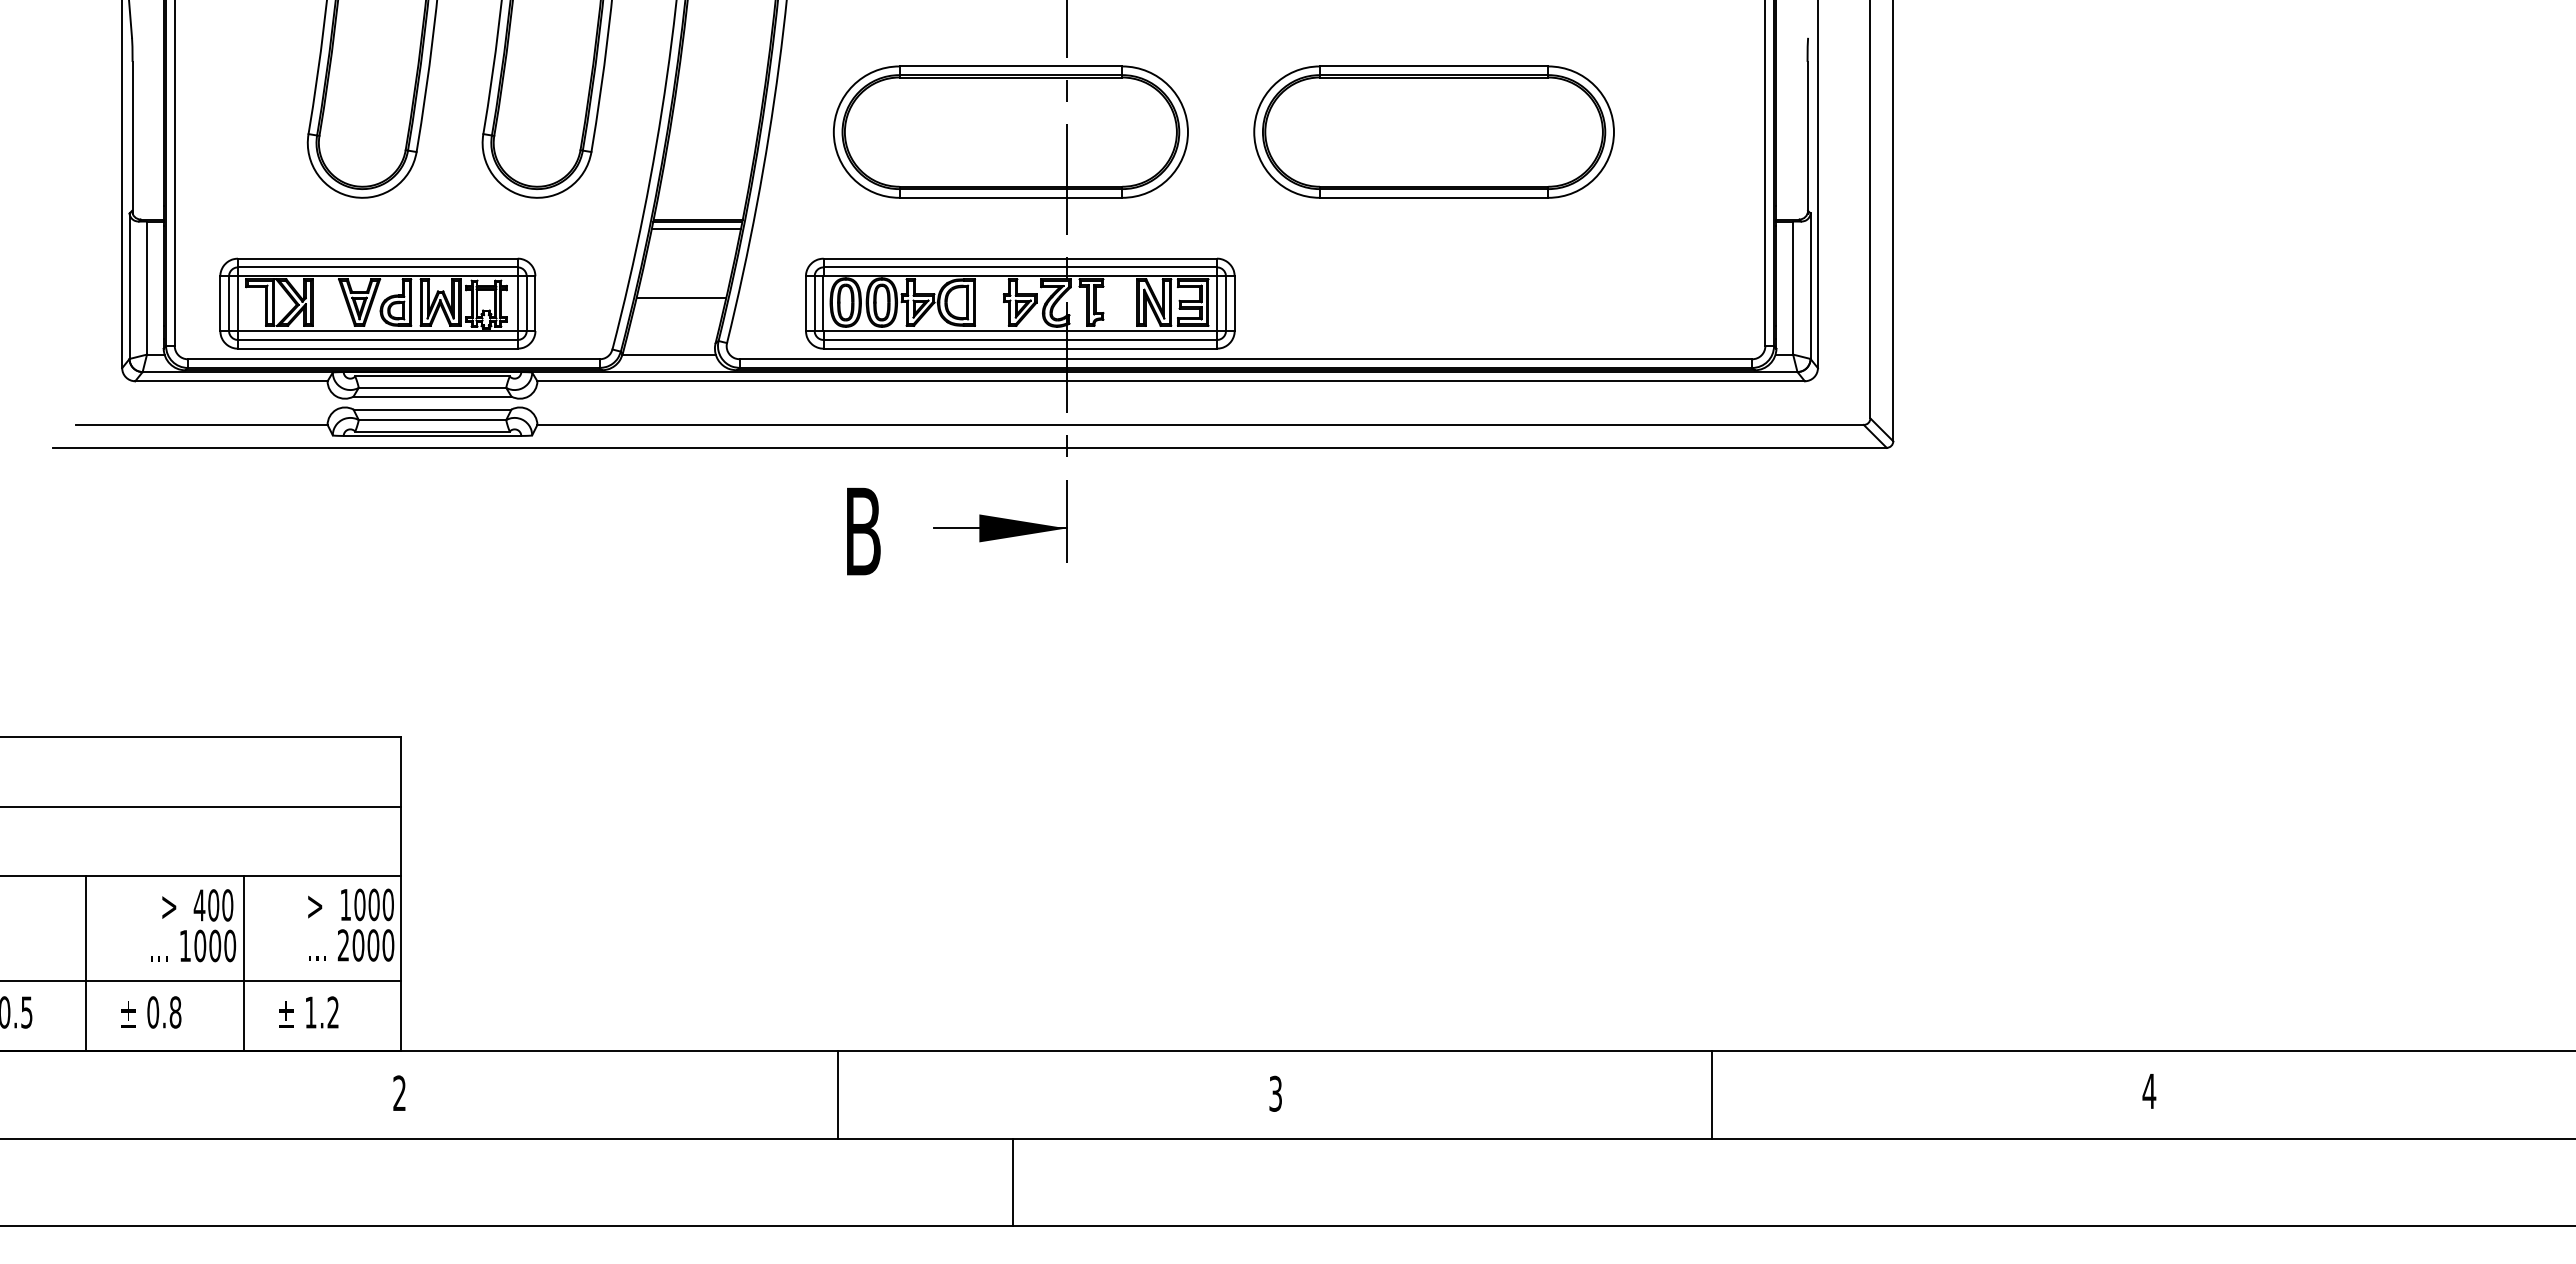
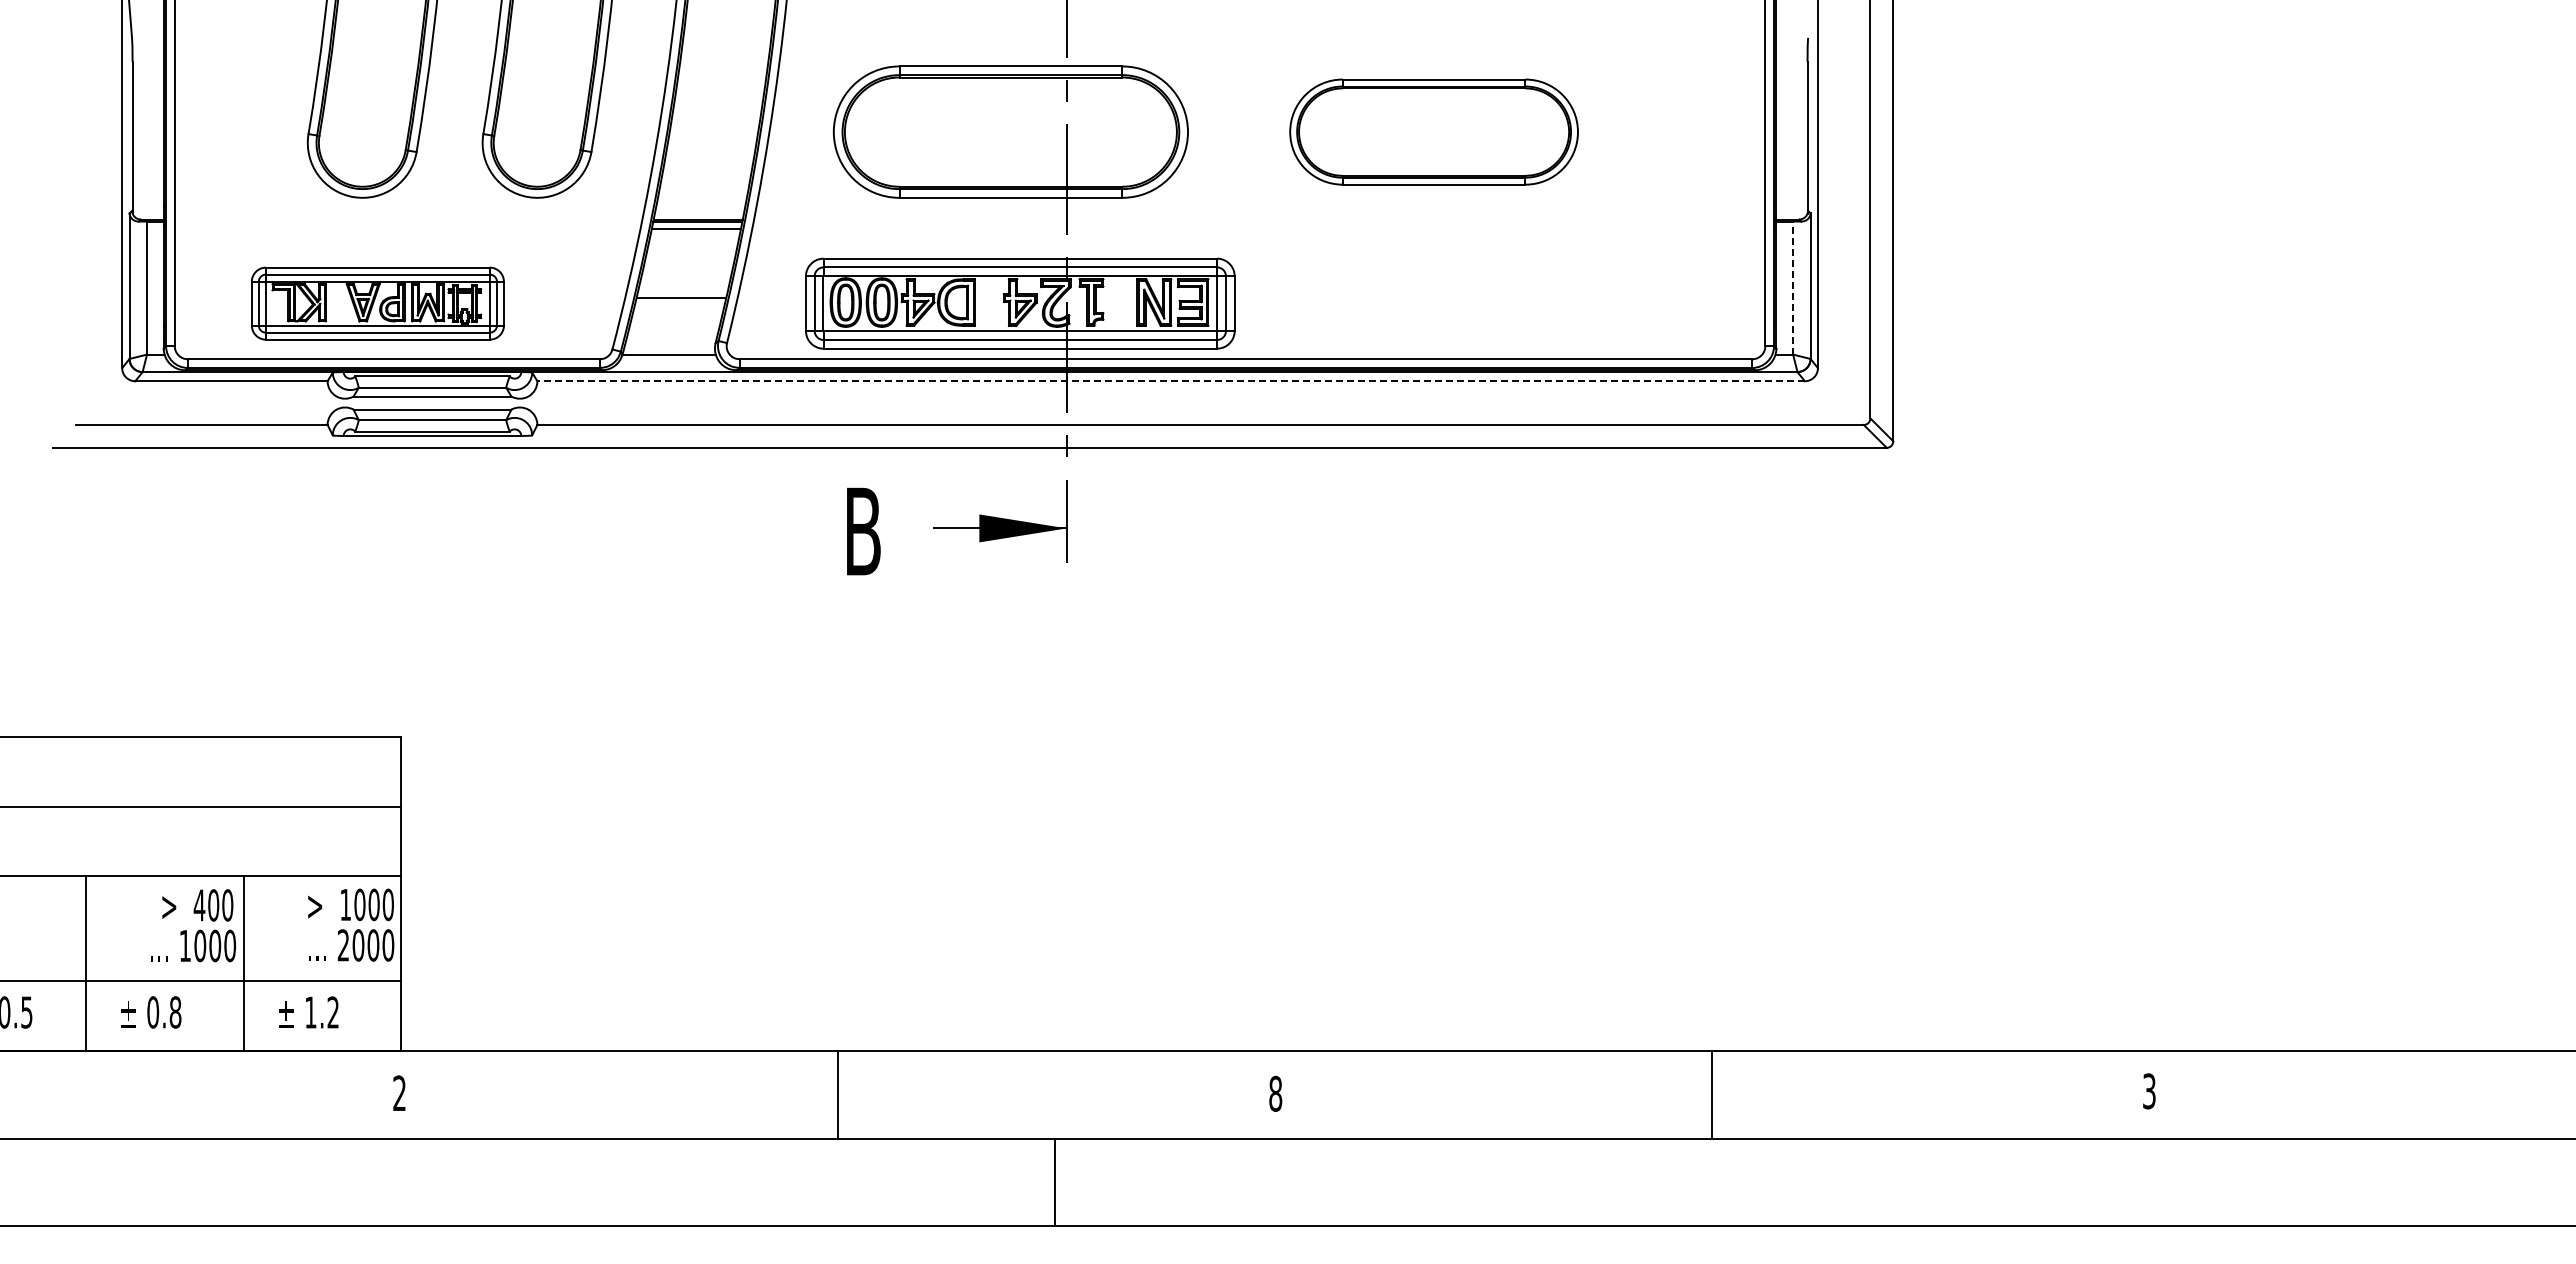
part at (1433, 131) size: 362x134 px -> 290x108 px
line at (1793, 288): solid -> dashed
part at (377, 303) size: 318x93 px -> 254x75 px
line at (1171, 381): solid -> dashed
text at (2149, 1091): 4 -> 3
text at (1275, 1093): 3 -> 8
line at (1012, 1182) position: (1012, 1182) -> (1054, 1182)
